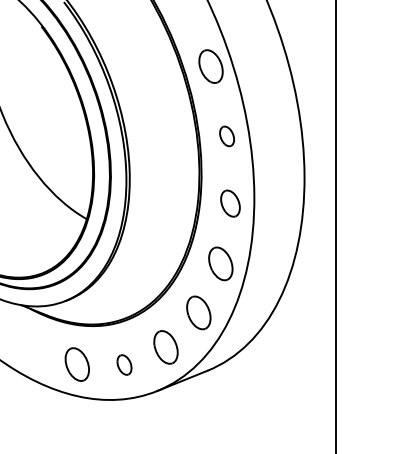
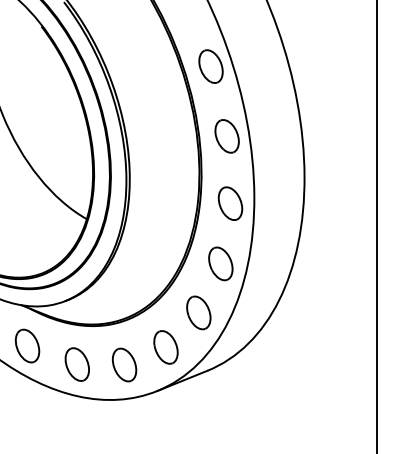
part at (226, 136) size: 16x23 px -> 26x35 px
part at (230, 203) size: 21x29 px -> 27x35 px
line at (335, 226) position: (335, 226) -> (376, 226)
part at (27, 345): none -> present
part at (124, 364) size: 17x22 px -> 27x36 px
